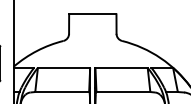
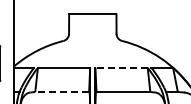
line at (121, 67): solid -> dashed
line at (62, 92): solid -> dashed
